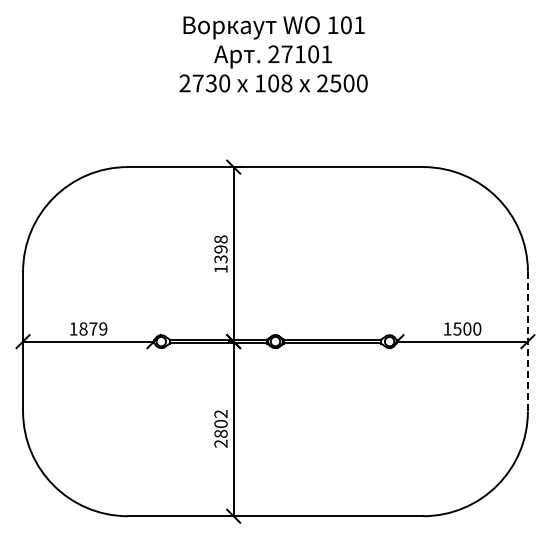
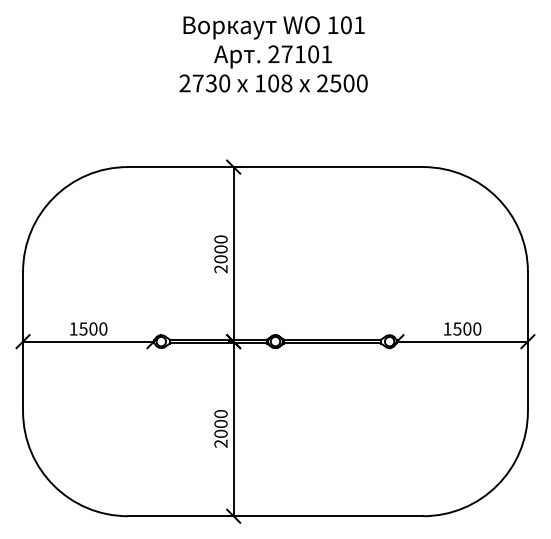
text at (220, 254): 1398 -> 2000
text at (93, 328): 1879 -> 1500
line at (527, 341): dashed -> solid
text at (220, 423): 2802 -> 2000
